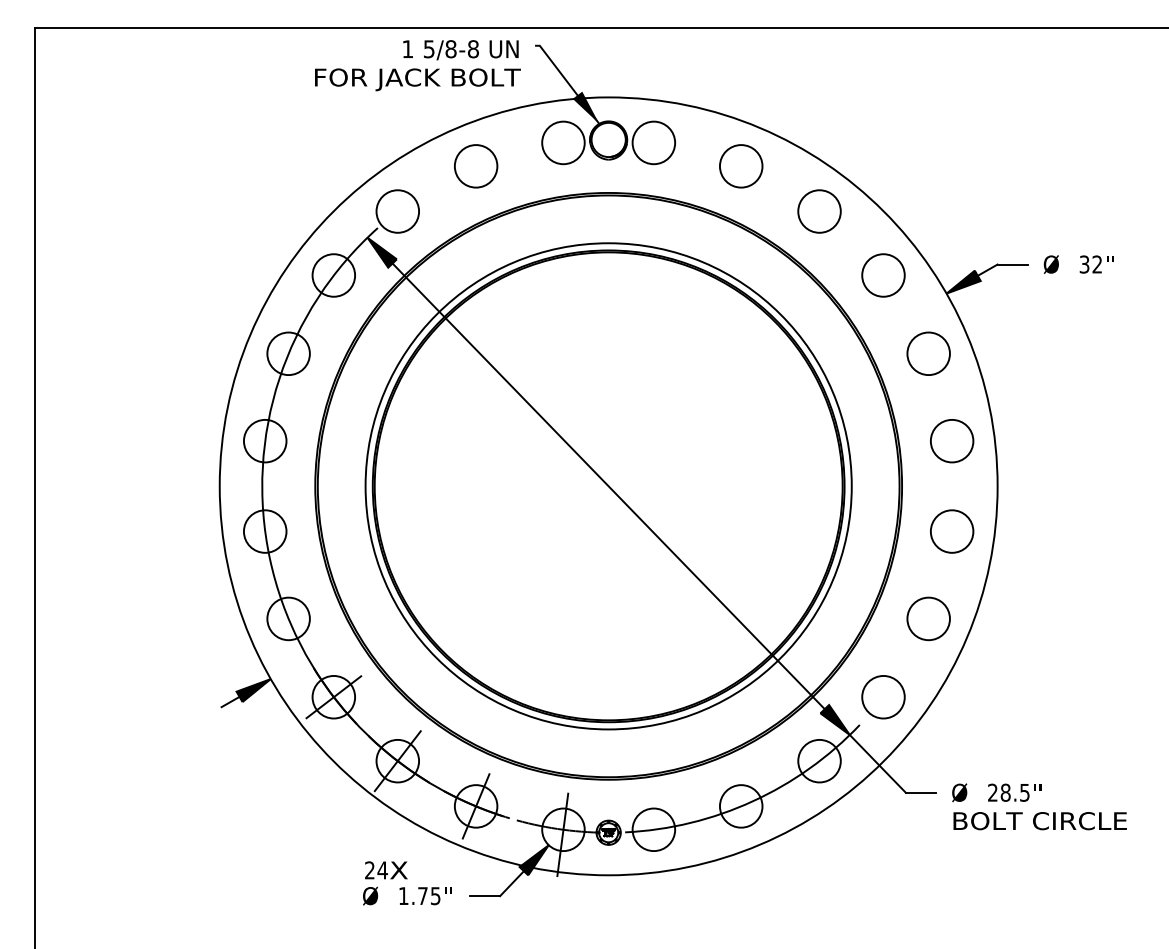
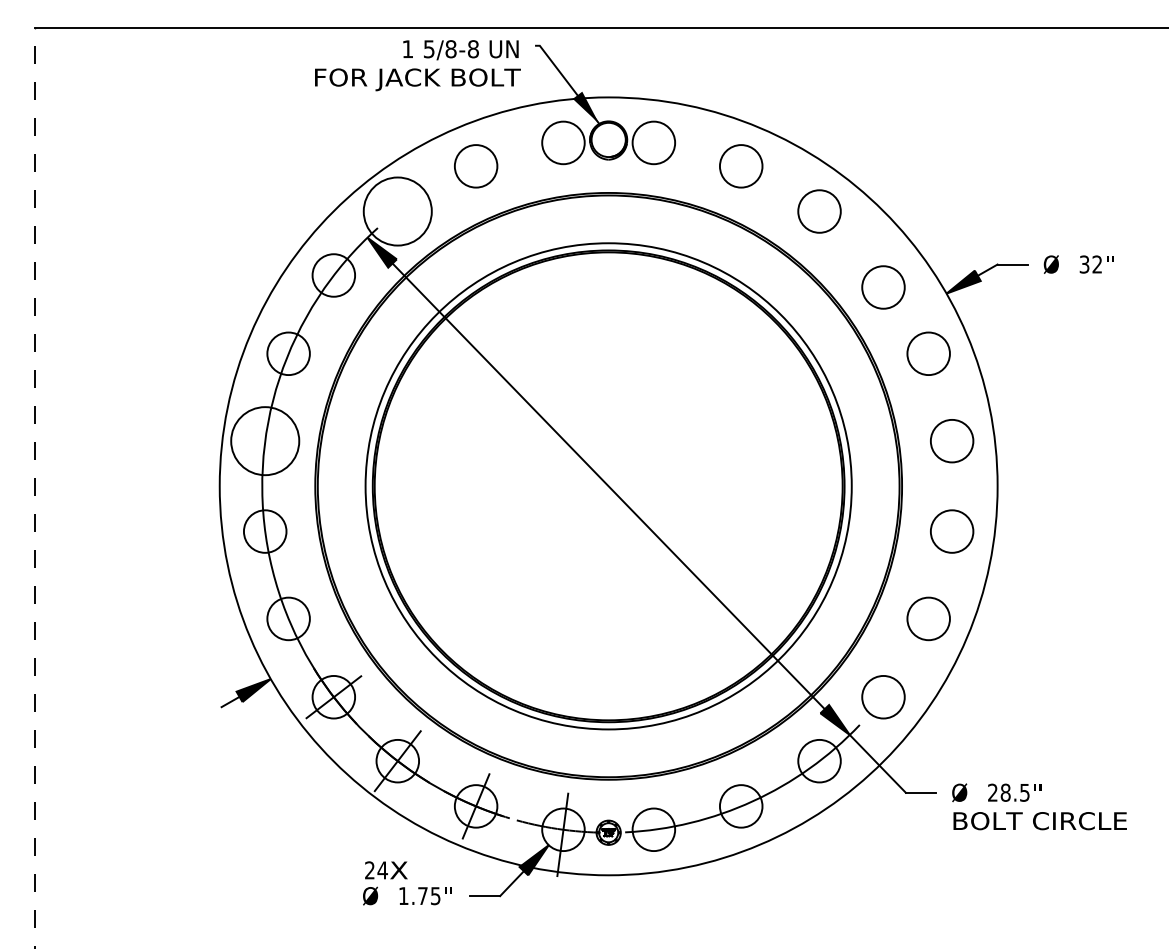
circle at (397, 211) diameter: 43 px -> 68 px
circle at (883, 275) position: (883, 275) -> (883, 287)
circle at (264, 440) diameter: 43 px -> 68 px
line at (35, 488): solid -> dashed
